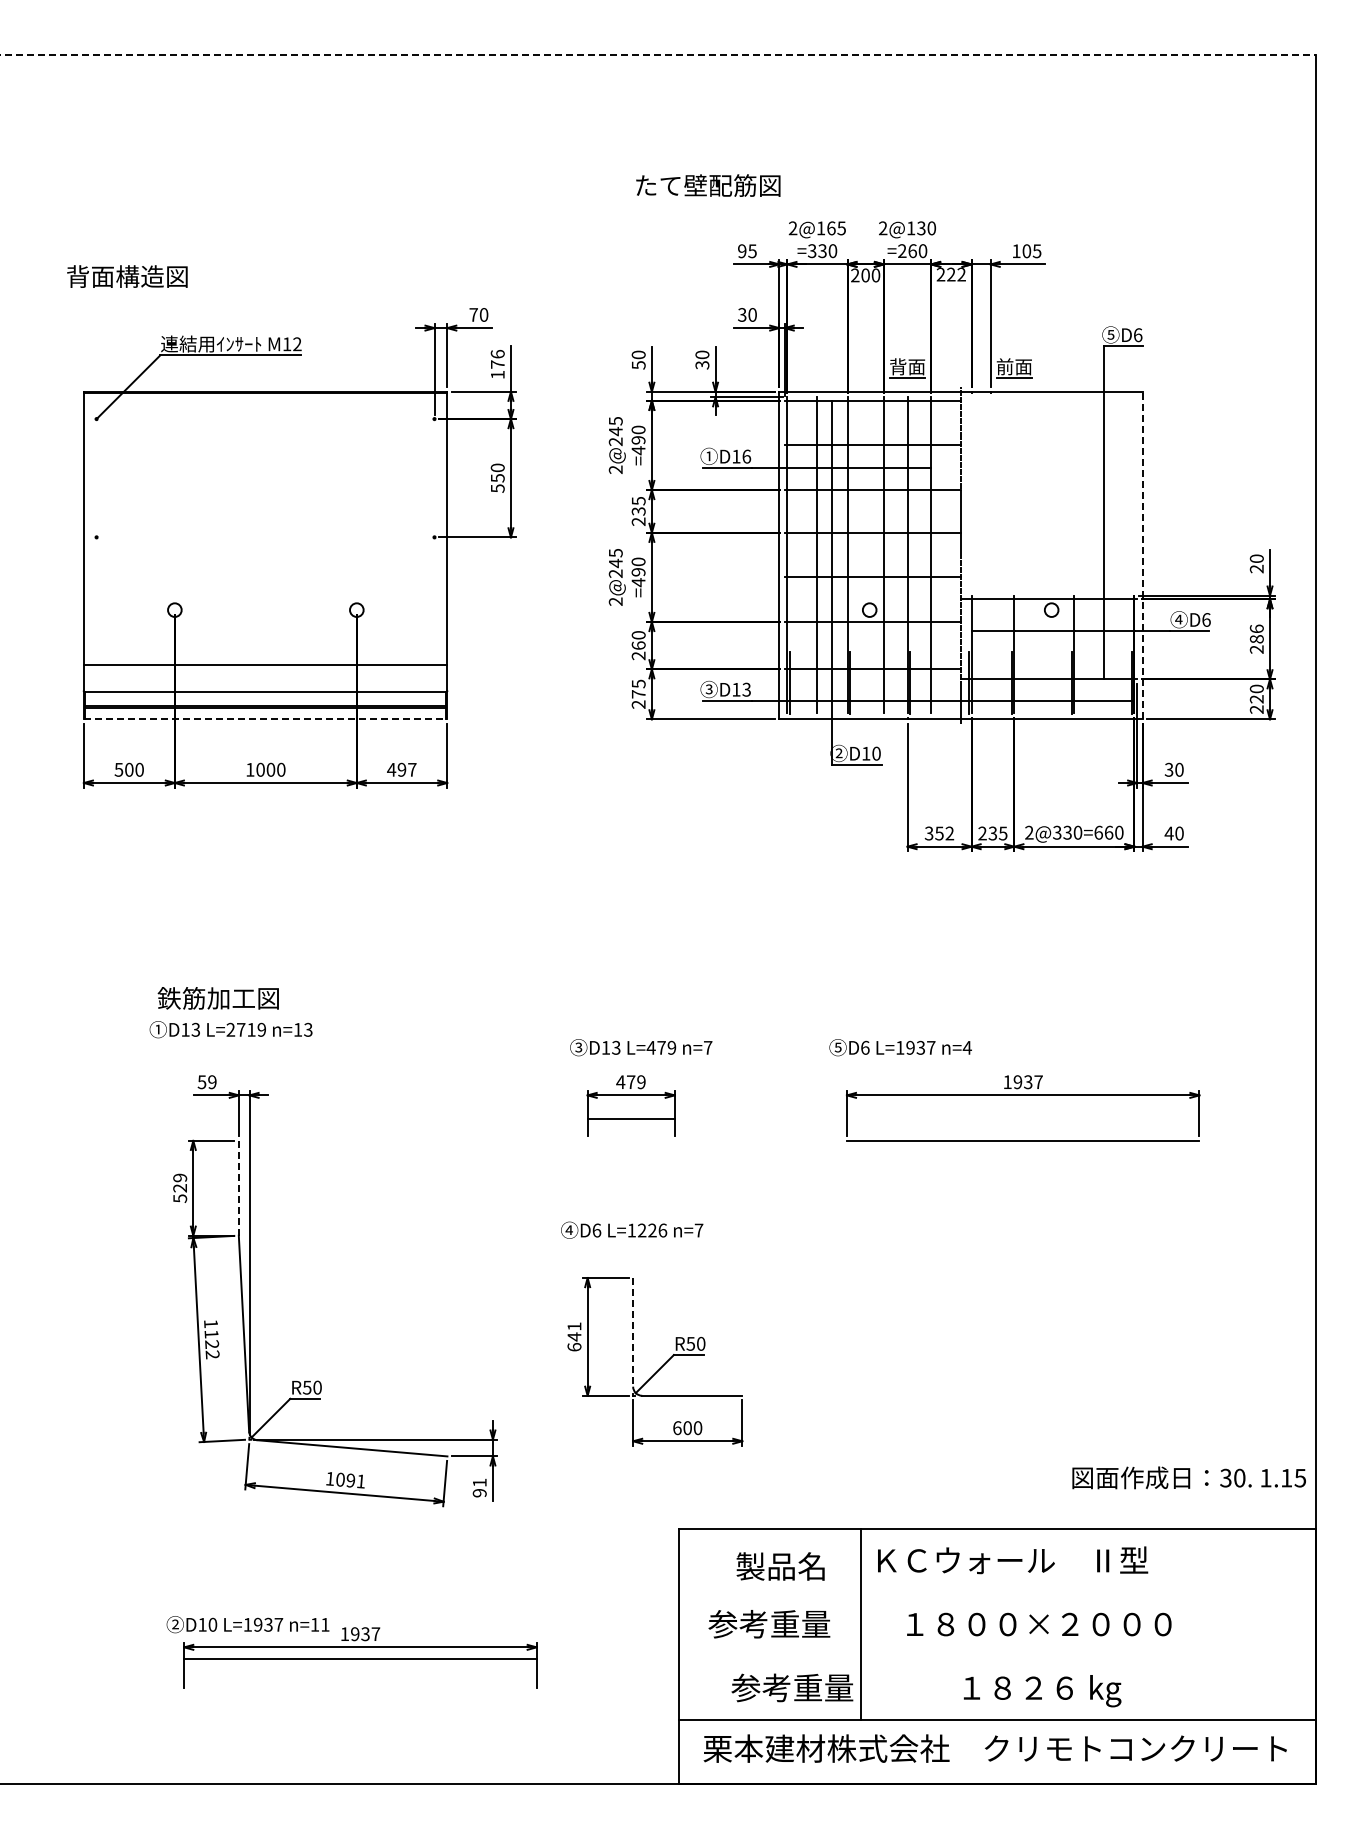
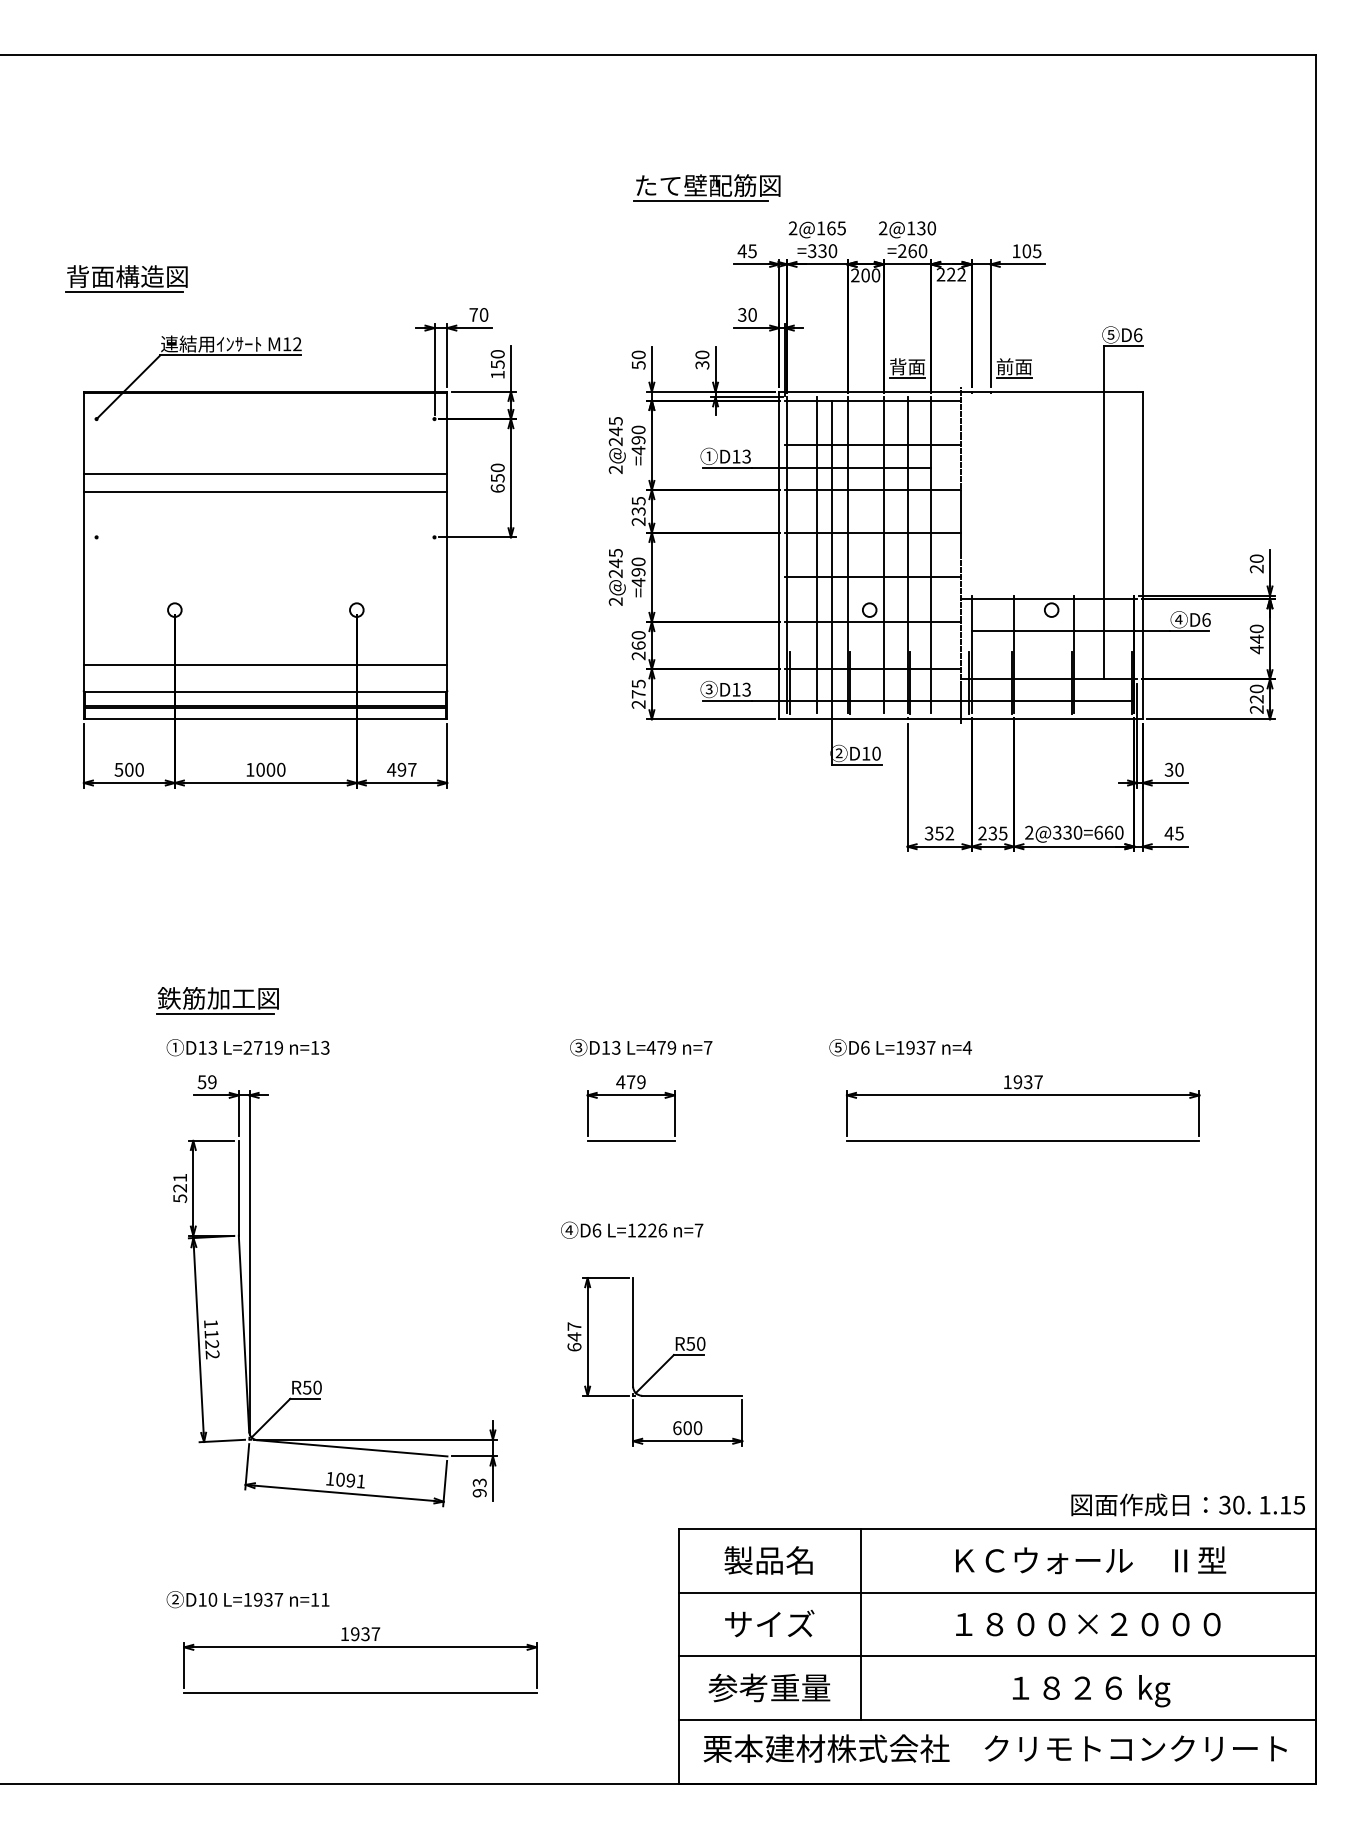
line at (658, 55): dashed -> solid
line at (700, 200): none -> present
text at (741, 251): 95 -> 45
line at (124, 291): none -> present
text at (497, 358): 176 -> 150
text at (746, 456): D16 -> D13
line at (265, 473): none -> present
text at (497, 488): 550 -> 650
line at (265, 491): none -> present
line at (1142, 555): dashed -> solid
text at (1256, 639): 286 -> 440
line at (265, 719): dashed -> solid
text at (1179, 833): 40 -> 45
line at (215, 1013): none -> present
text at (230, 1029) position: (230, 1029) -> (247, 1047)
line at (630, 1118) position: (630, 1118) -> (630, 1140)
text at (180, 1177): 529 -> 521
line at (238, 1187): dashed -> solid
text at (574, 1326): 641 -> 647
line at (633, 1332): dashed -> solid
text at (1188, 1477) position: (1188, 1477) -> (1187, 1504)
text at (479, 1482): 91 -> 93
text at (1013, 1560) position: (1013, 1560) -> (1091, 1560)
text at (780, 1566) position: (780, 1566) -> (768, 1560)
line at (996, 1592): none -> present
text at (769, 1623): 参考重量 -> サイズ
text at (247, 1624) position: (247, 1624) -> (247, 1599)
text at (1039, 1624) position: (1039, 1624) -> (1088, 1624)
line at (996, 1656): none -> present
line at (360, 1658) position: (360, 1658) -> (360, 1692)
text at (792, 1687) position: (792, 1687) -> (769, 1687)
text at (1042, 1691) position: (1042, 1691) -> (1091, 1691)
